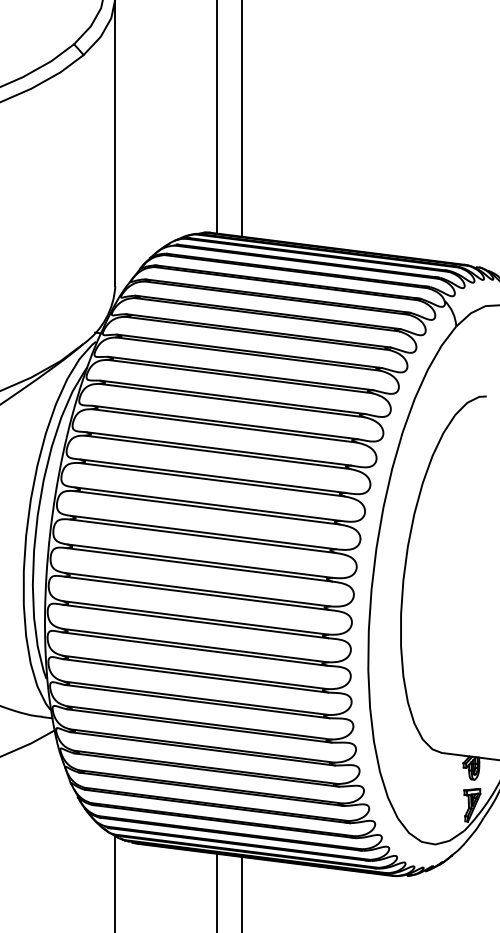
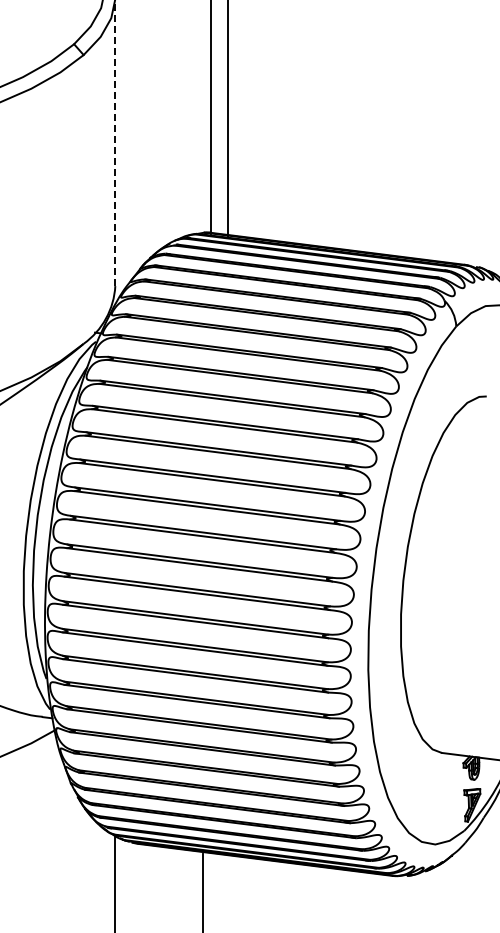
line at (217, 117) position: (217, 117) -> (211, 117)
line at (241, 119) position: (241, 119) -> (227, 119)
line at (115, 143): solid -> dashed
line at (217, 891) position: (217, 891) -> (203, 891)
line at (241, 892): present -> none
